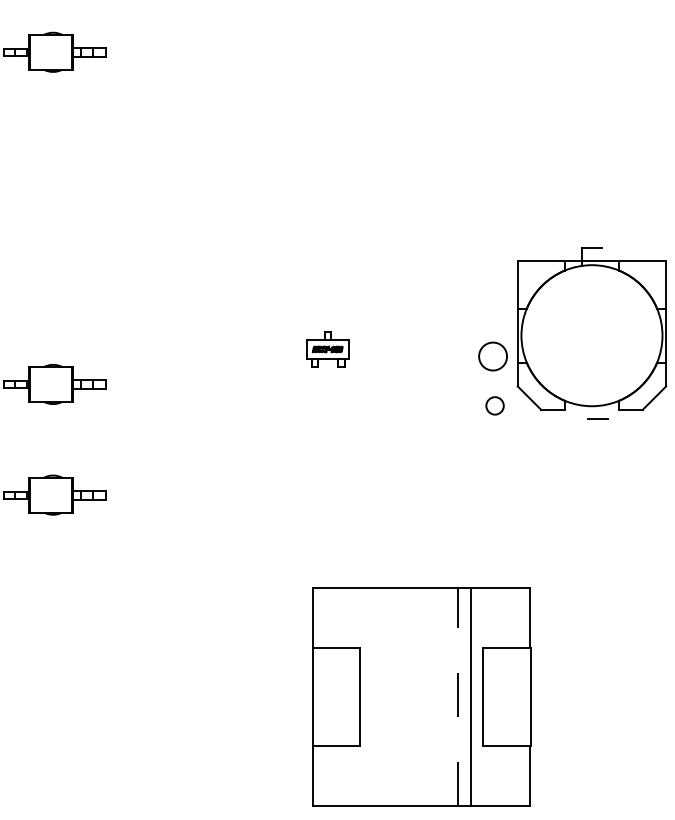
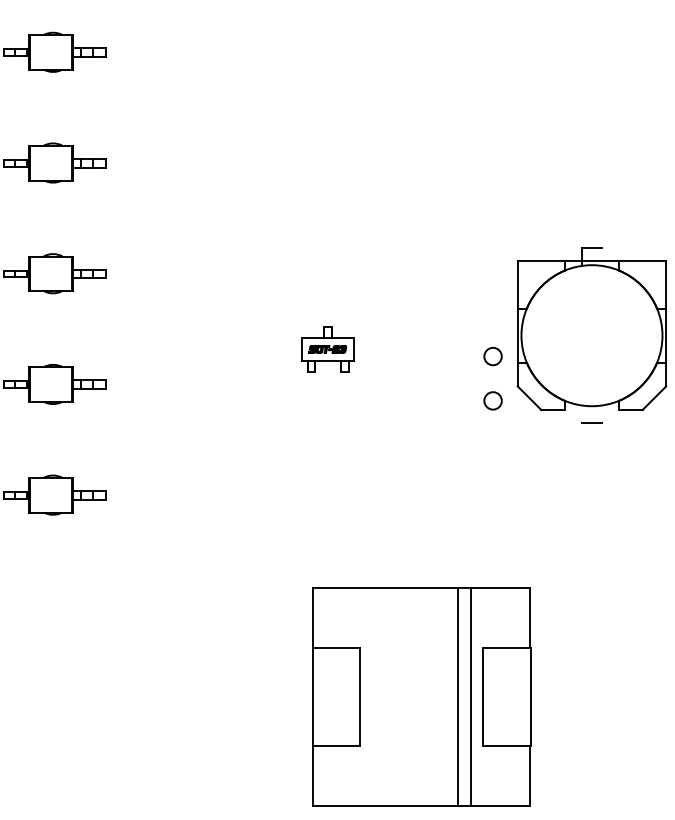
part at (54, 162): none -> present
part at (54, 273): none -> present
part at (327, 349) size: 44x37 px -> 54x47 px
circle at (493, 356) diameter: 28 px -> 17 px
circle at (494, 405) position: (494, 405) -> (492, 400)
line at (597, 418) position: (597, 418) -> (591, 422)
line at (458, 696): dashed -> solid
